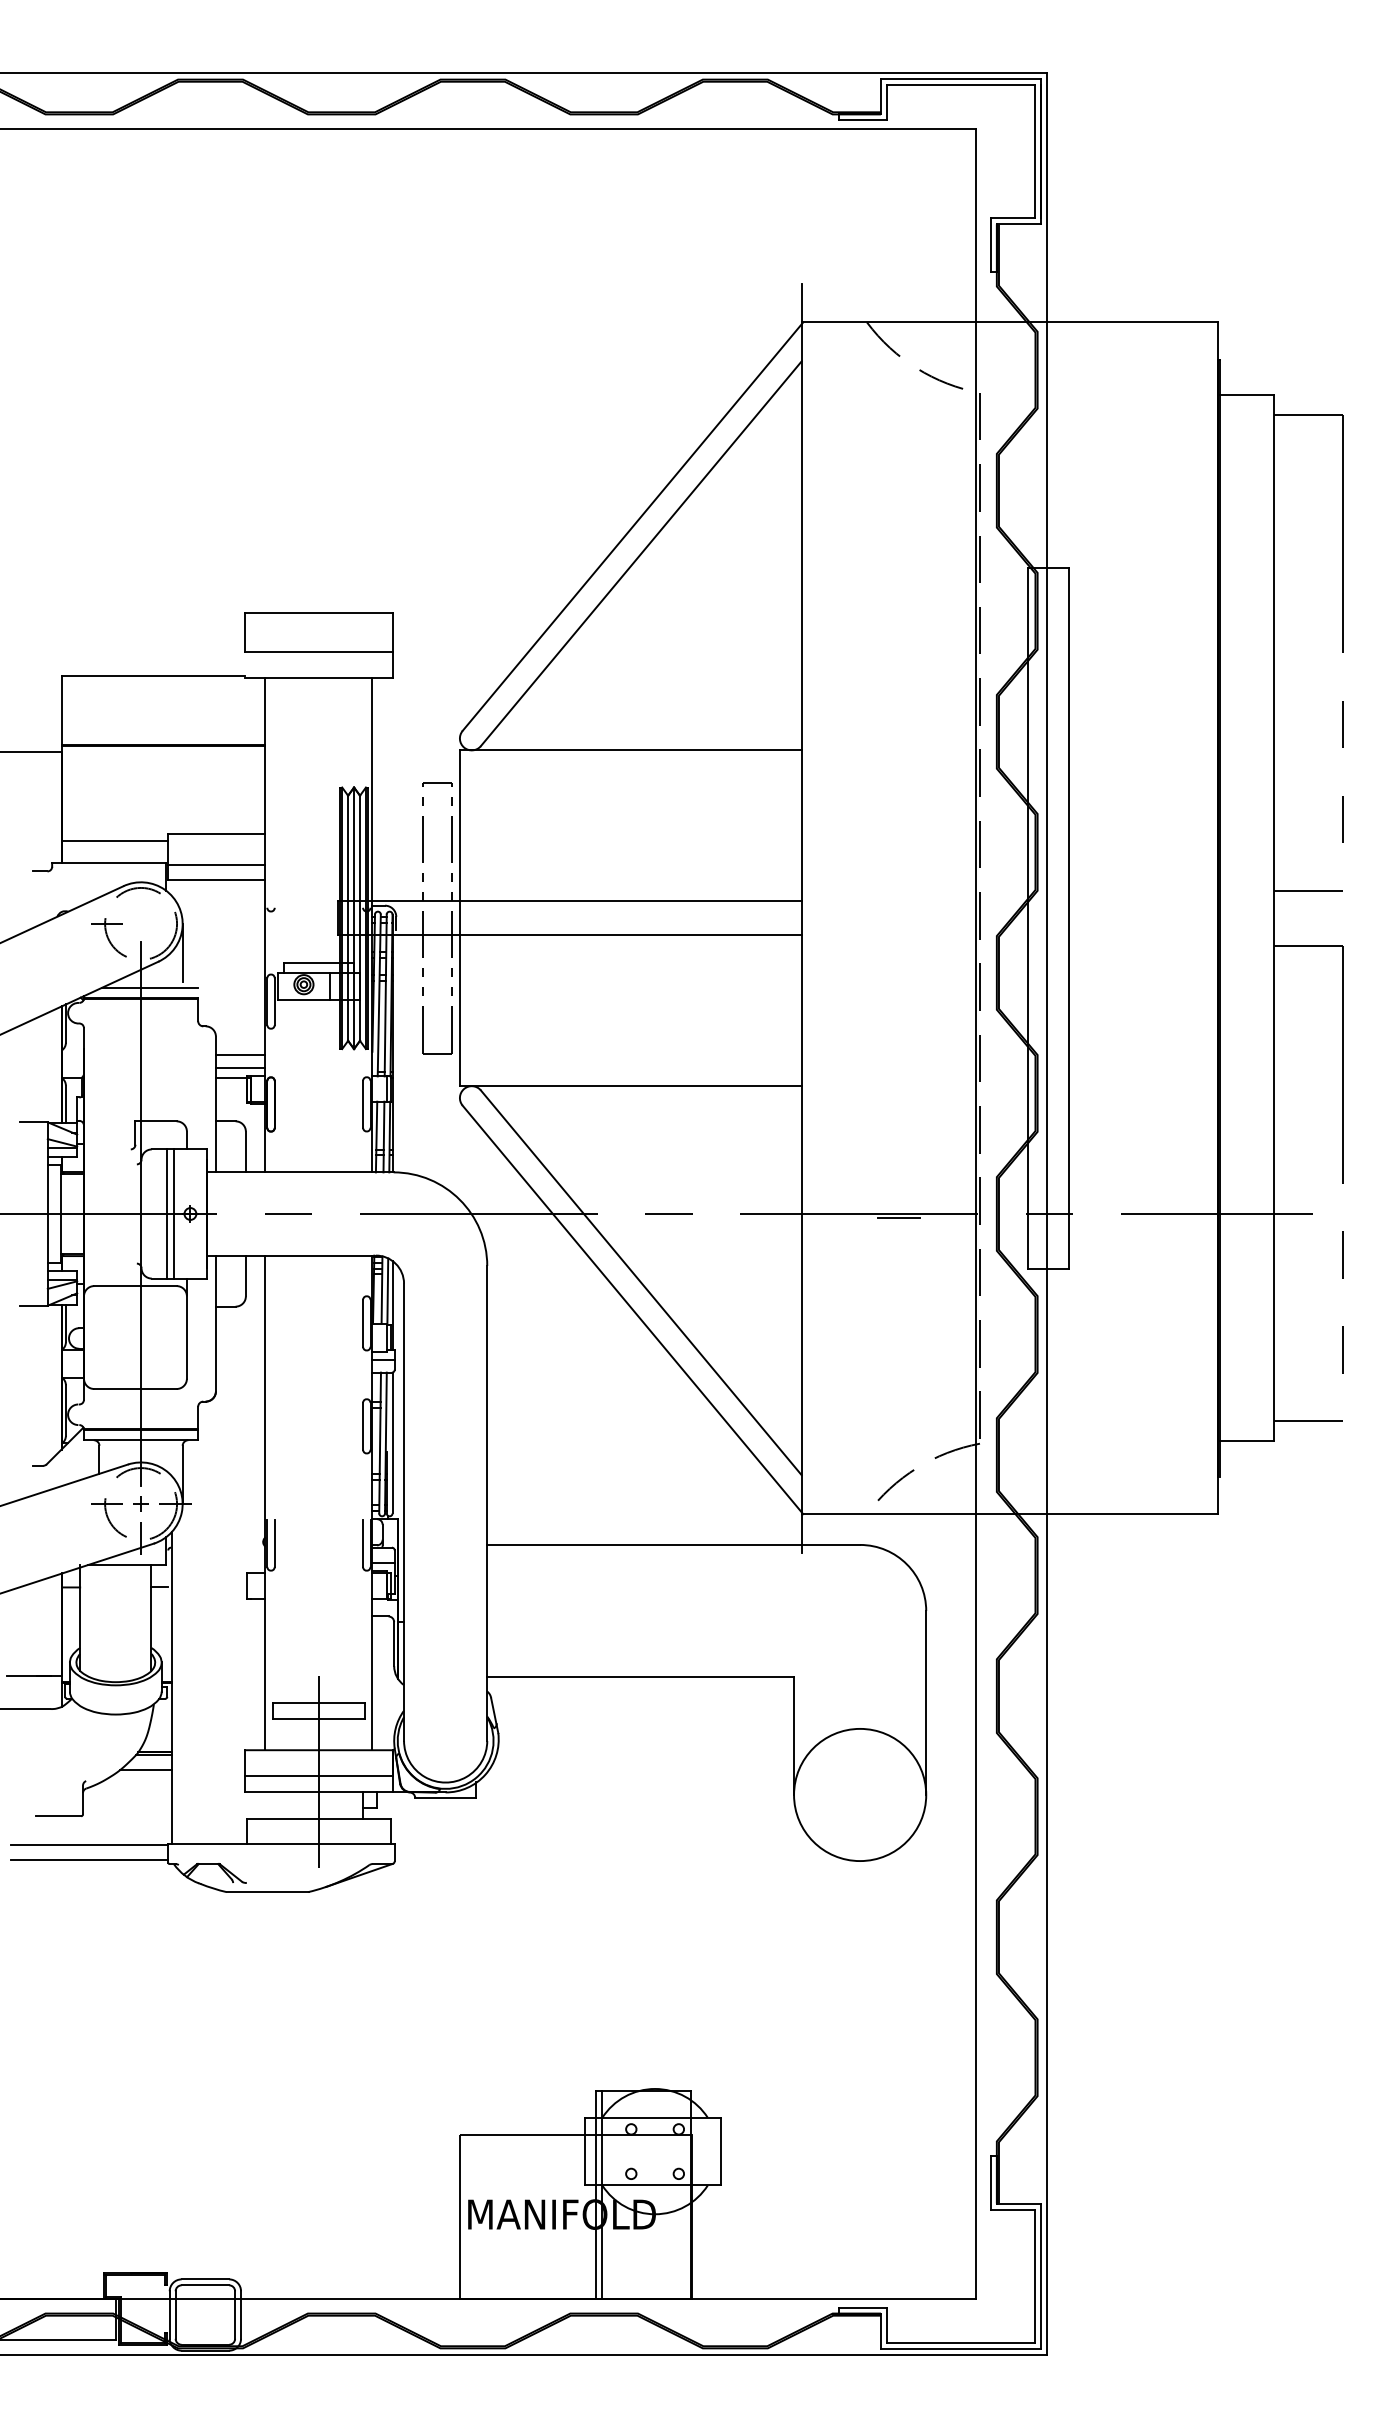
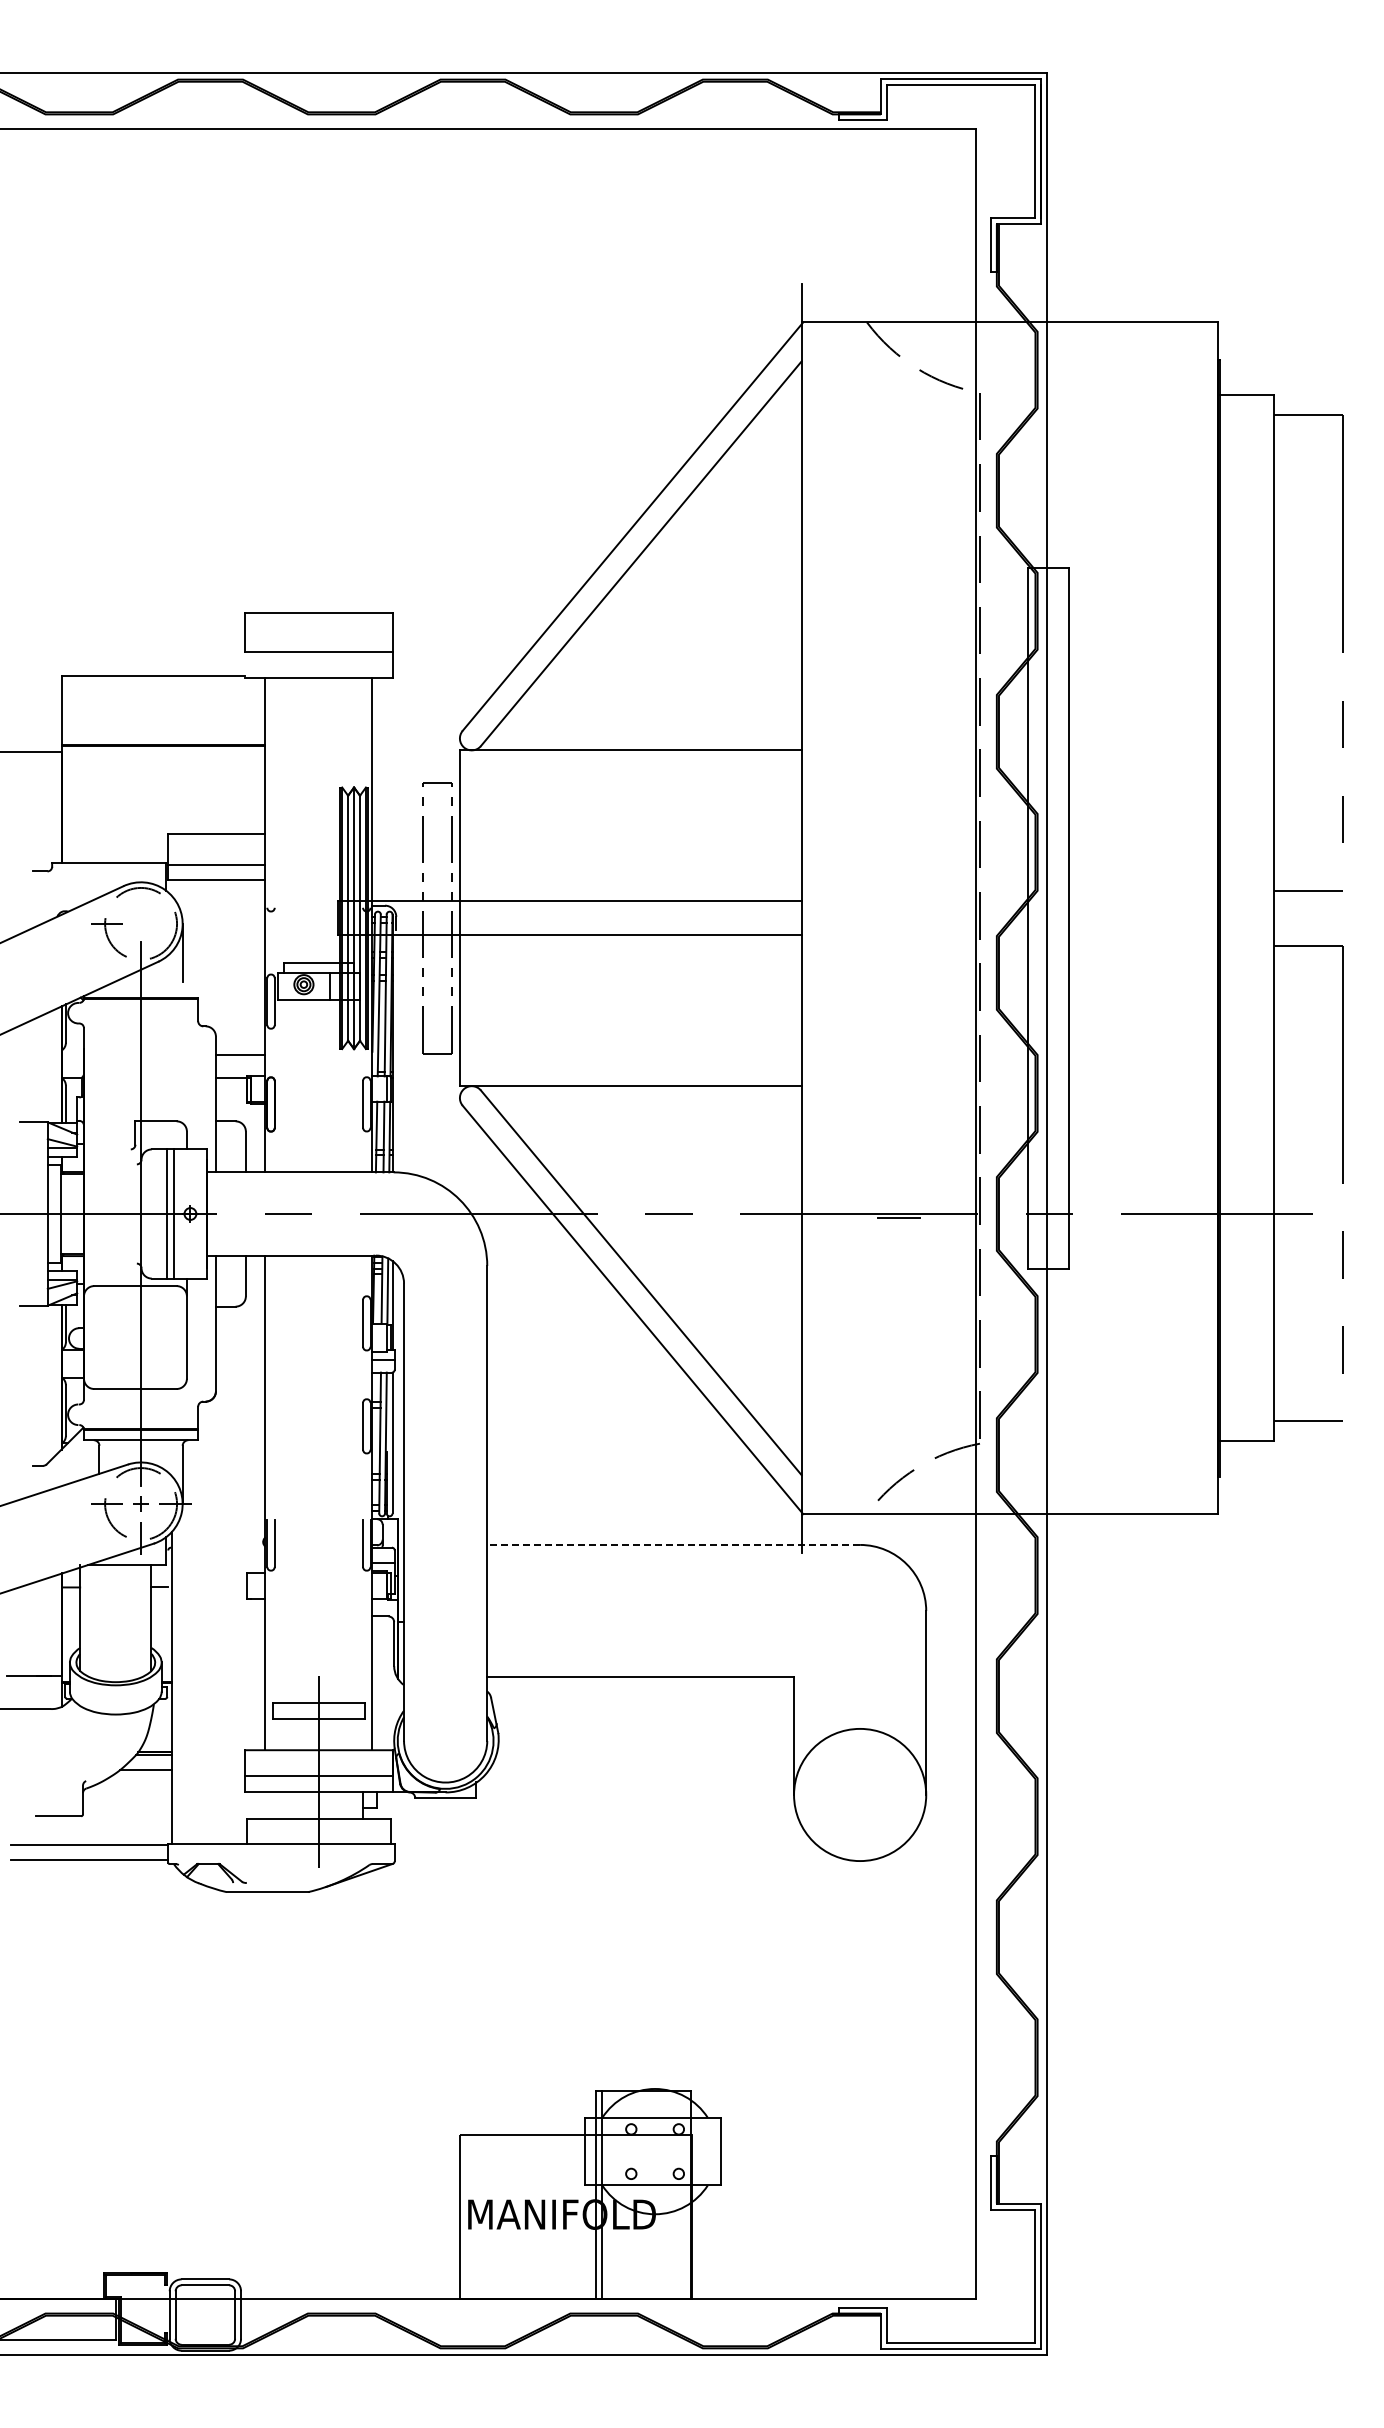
line at (115, 840): present -> none
line at (150, 987): present -> none
line at (240, 1068): present -> none
line at (673, 1544): solid -> dashed
